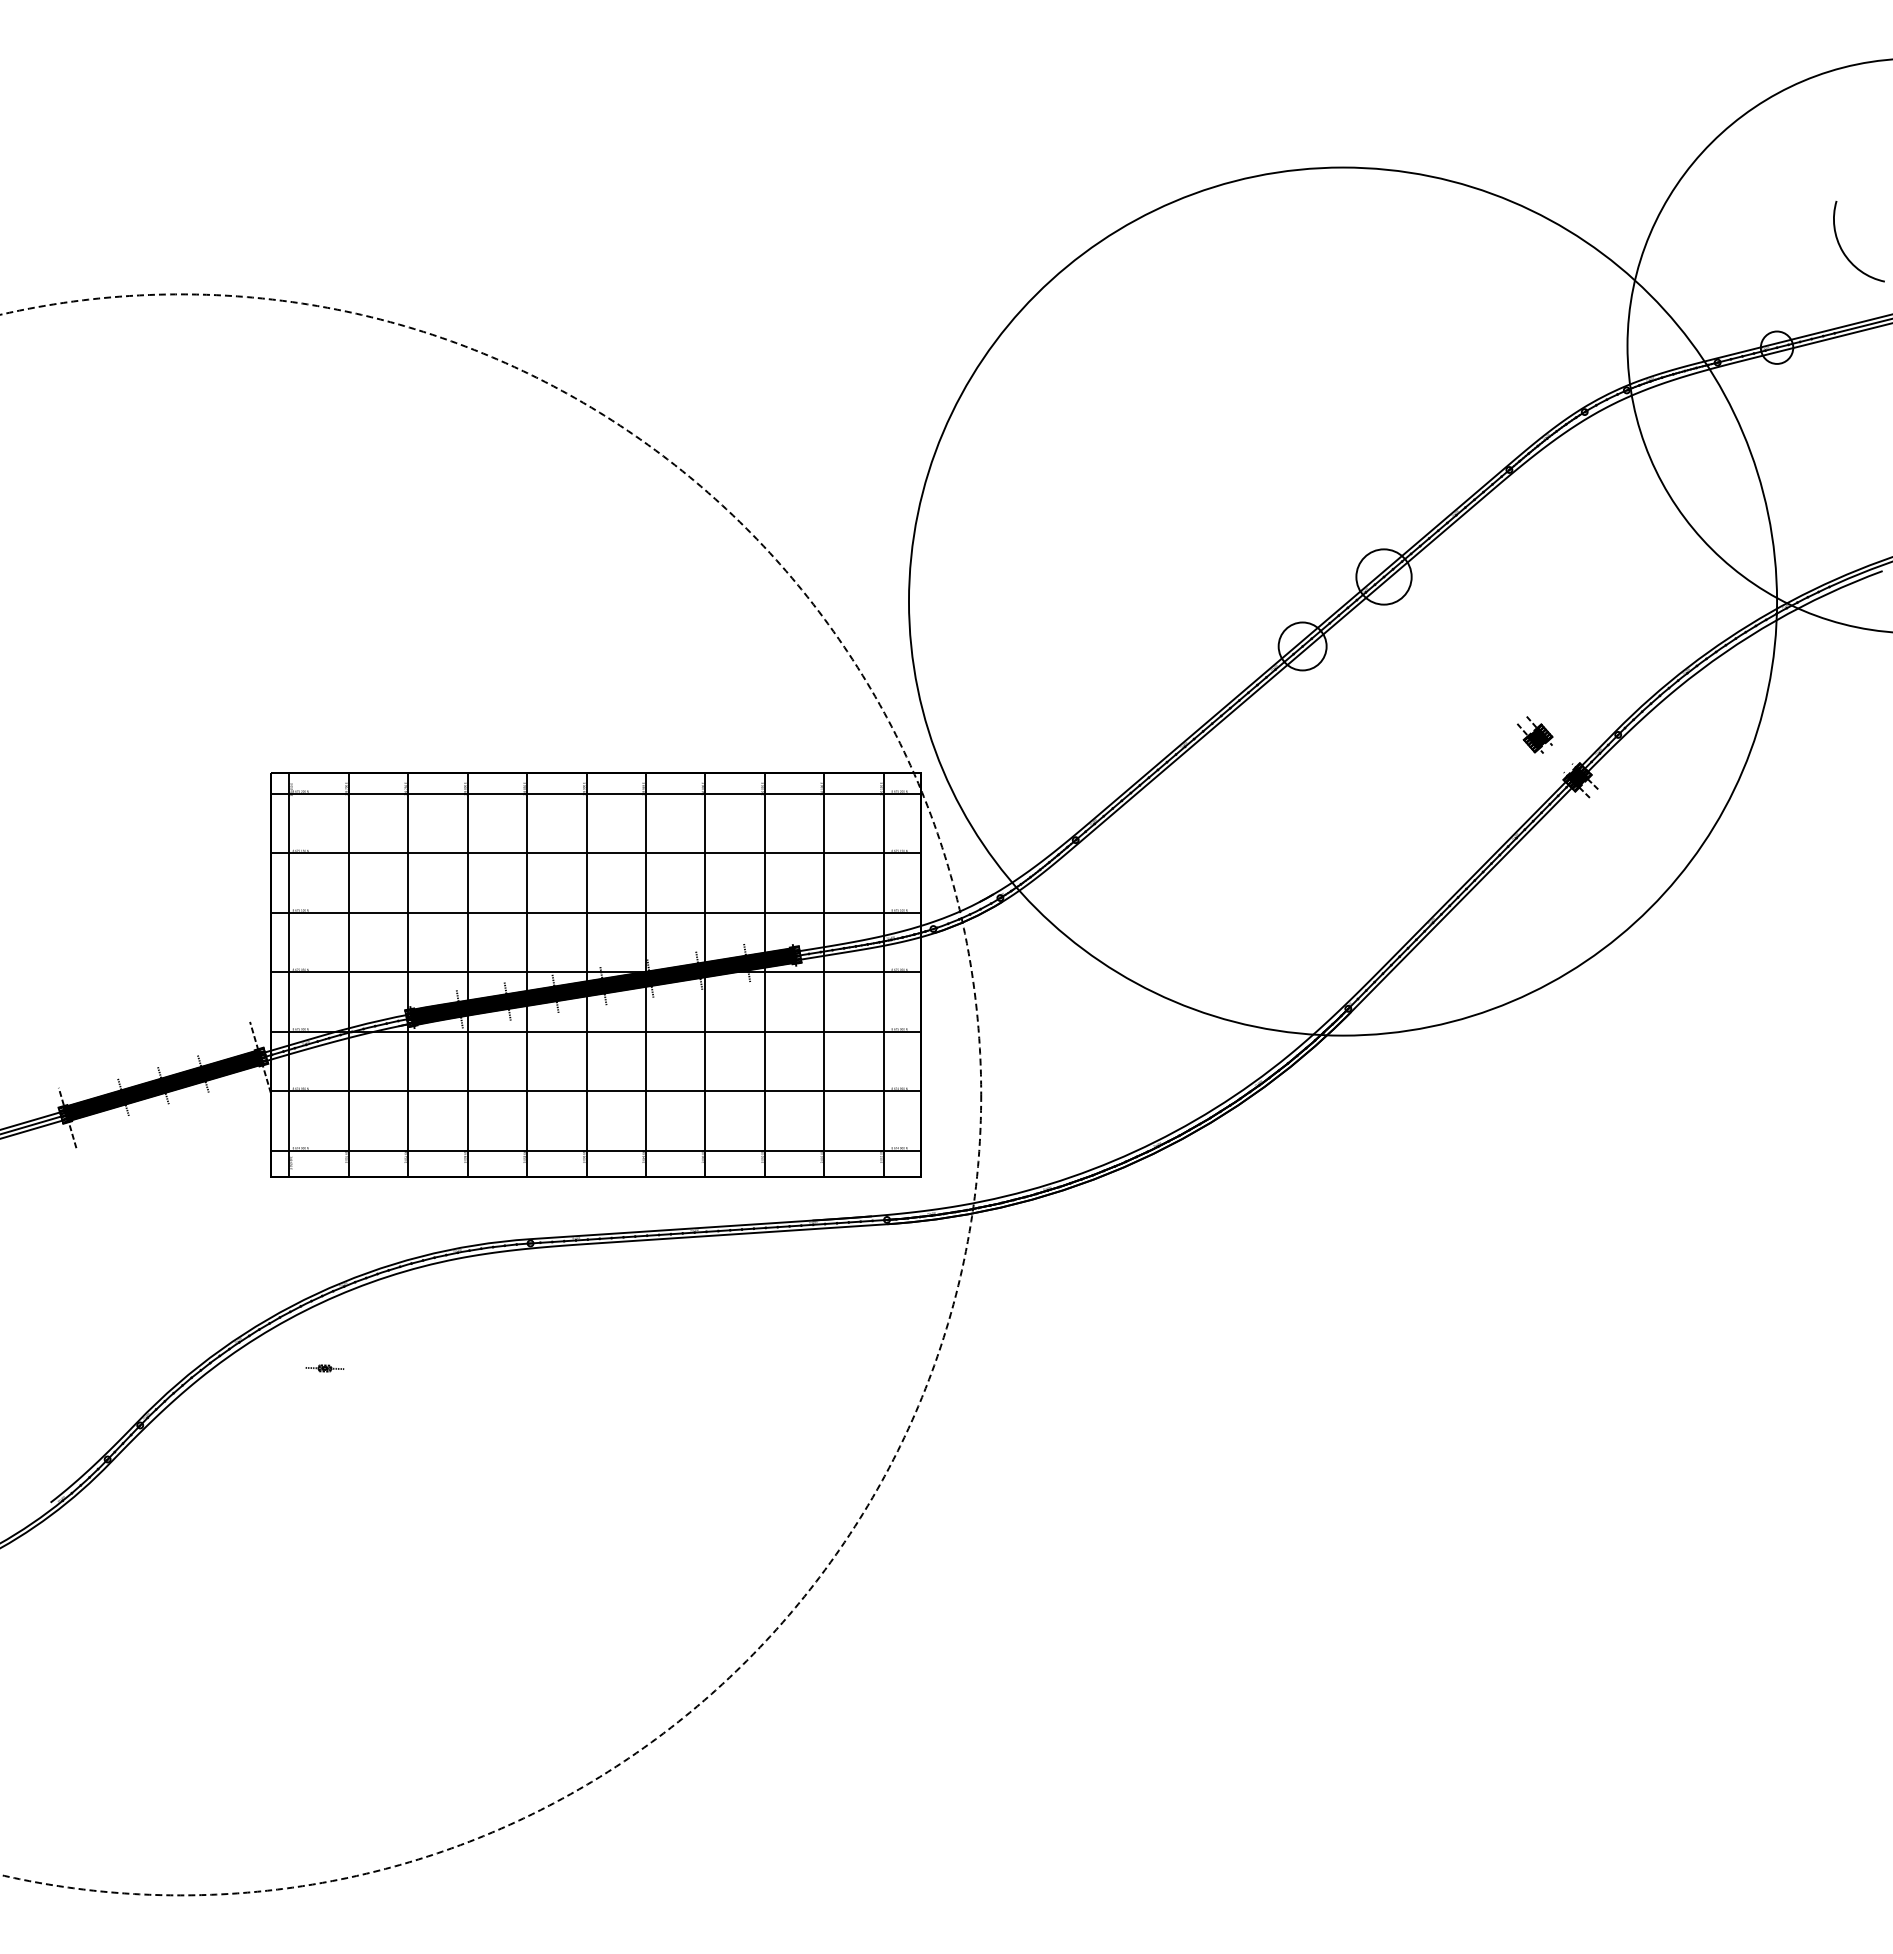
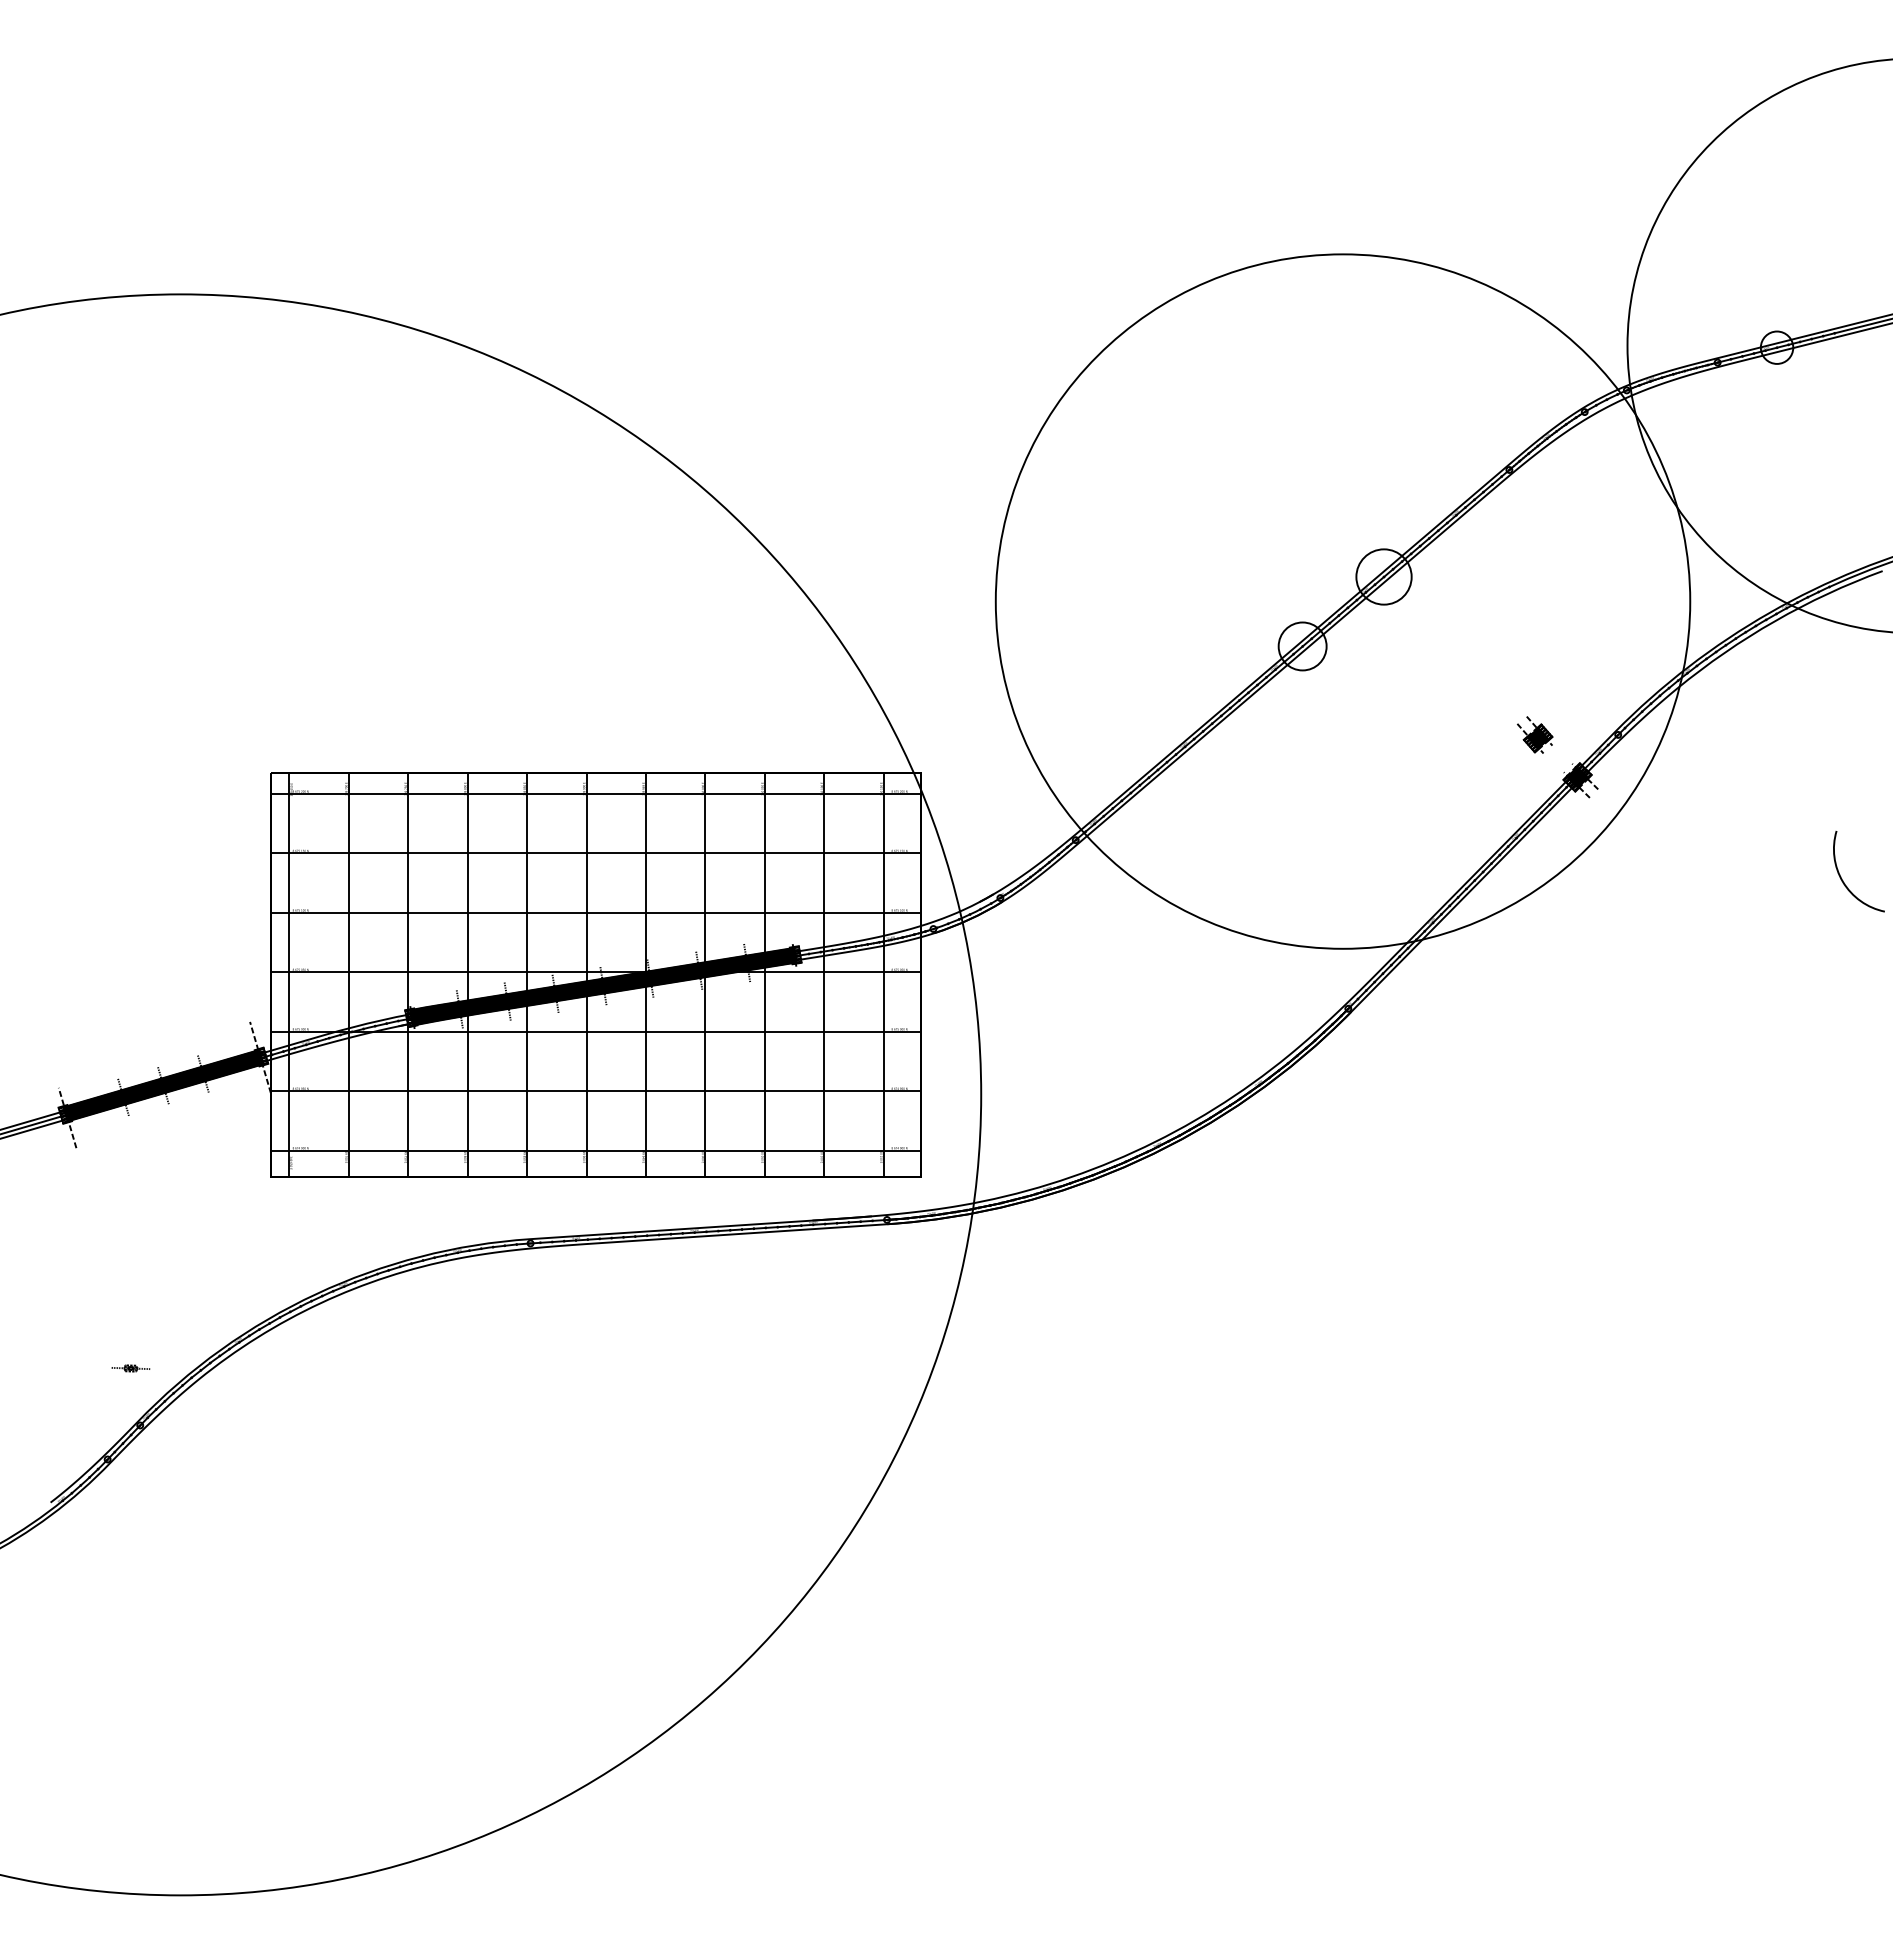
curve at (1842, 248) position: (1842, 248) -> (1842, 878)
circle at (1342, 601) diameter: 868 px -> 694 px
circle at (490, 1094): dashed -> solid
part at (324, 1368) position: (324, 1368) -> (130, 1368)
